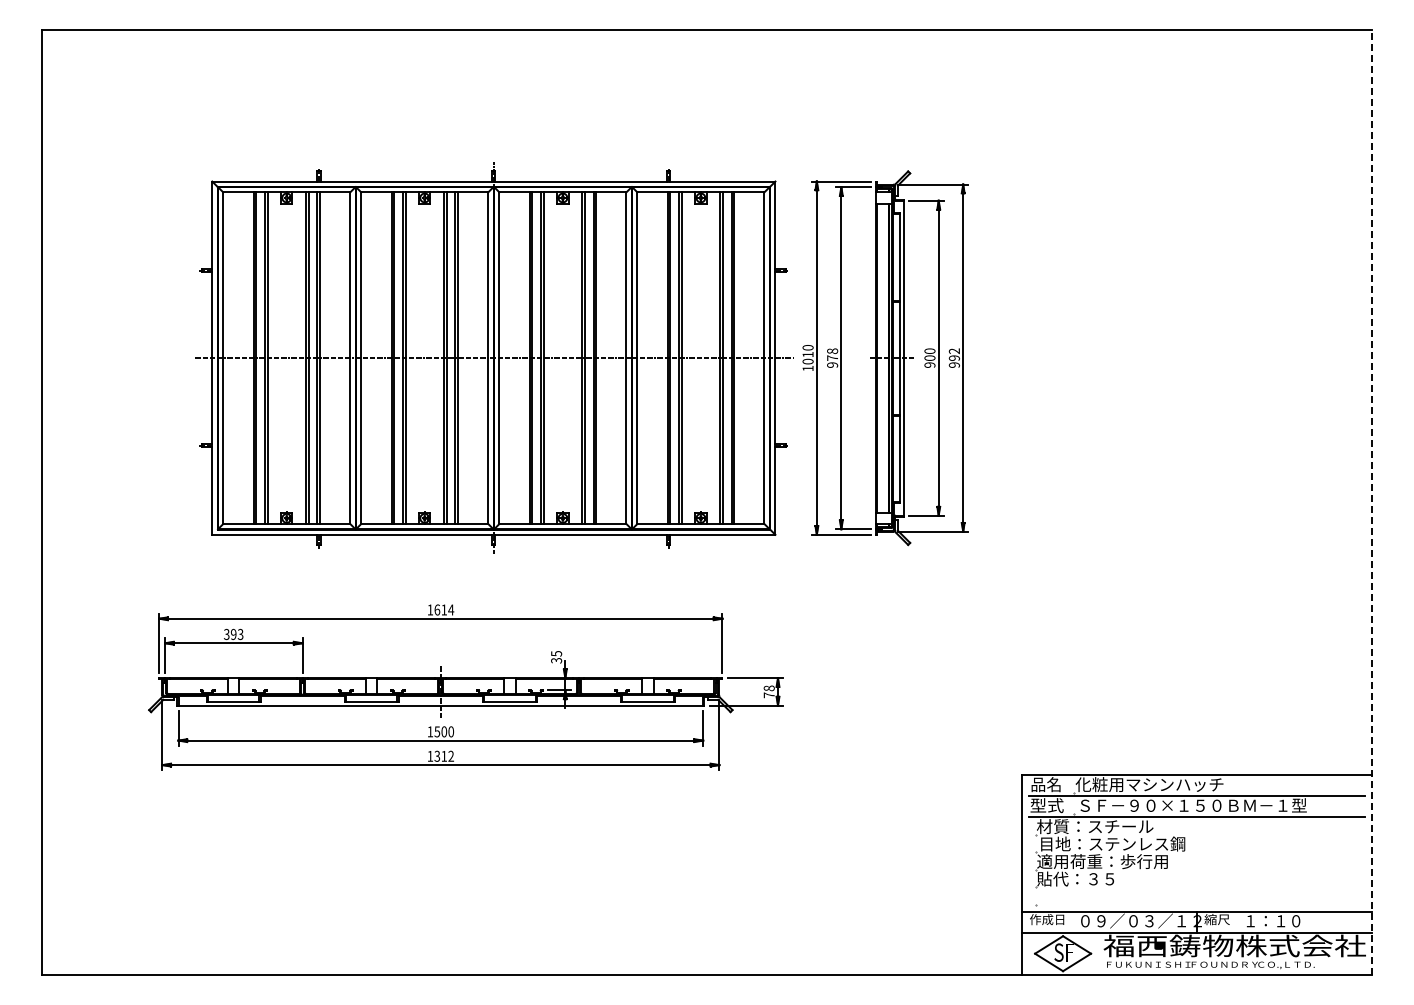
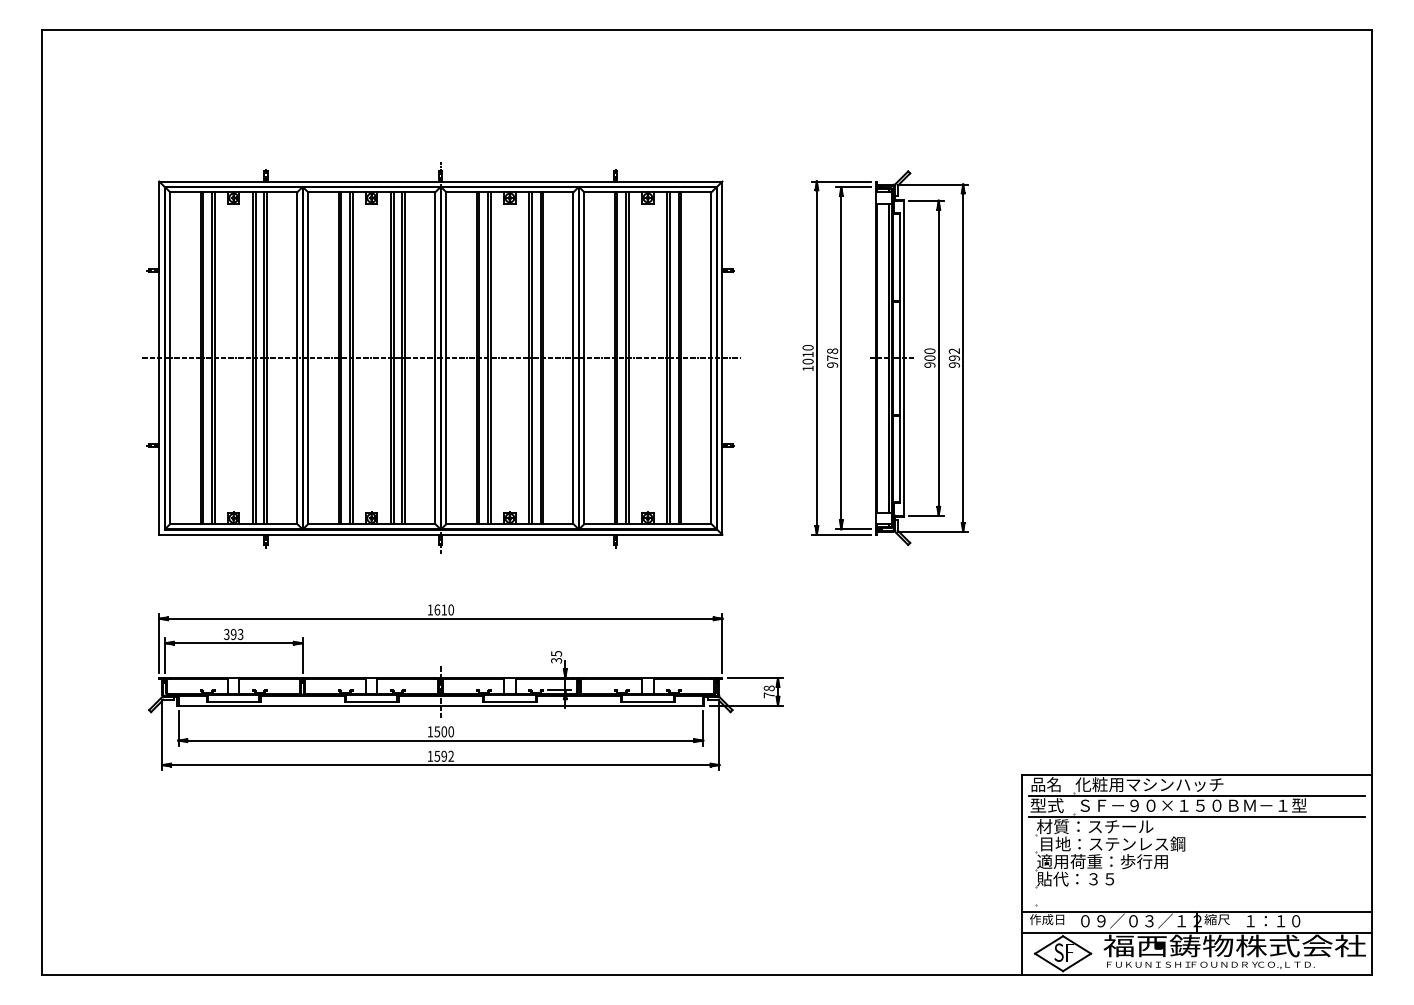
part at (494, 357) position: (494, 357) -> (441, 357)
line at (1371, 502): dashed -> solid
text at (451, 609): 1614 -> 1610
text at (440, 755): 1312 -> 1592
